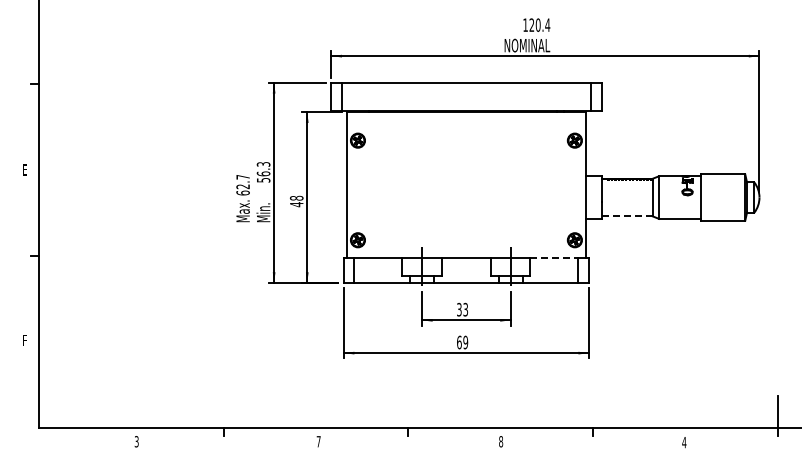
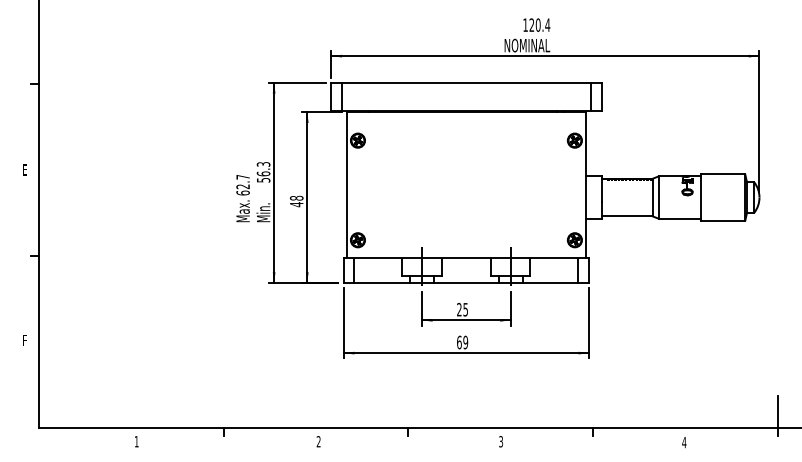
line at (627, 216): dashed -> solid
line at (554, 258): dashed -> solid
text at (462, 309): 33 -> 25
text at (136, 441): 3 -> 1
text at (318, 441): 7 -> 2
text at (501, 441): 8 -> 3
